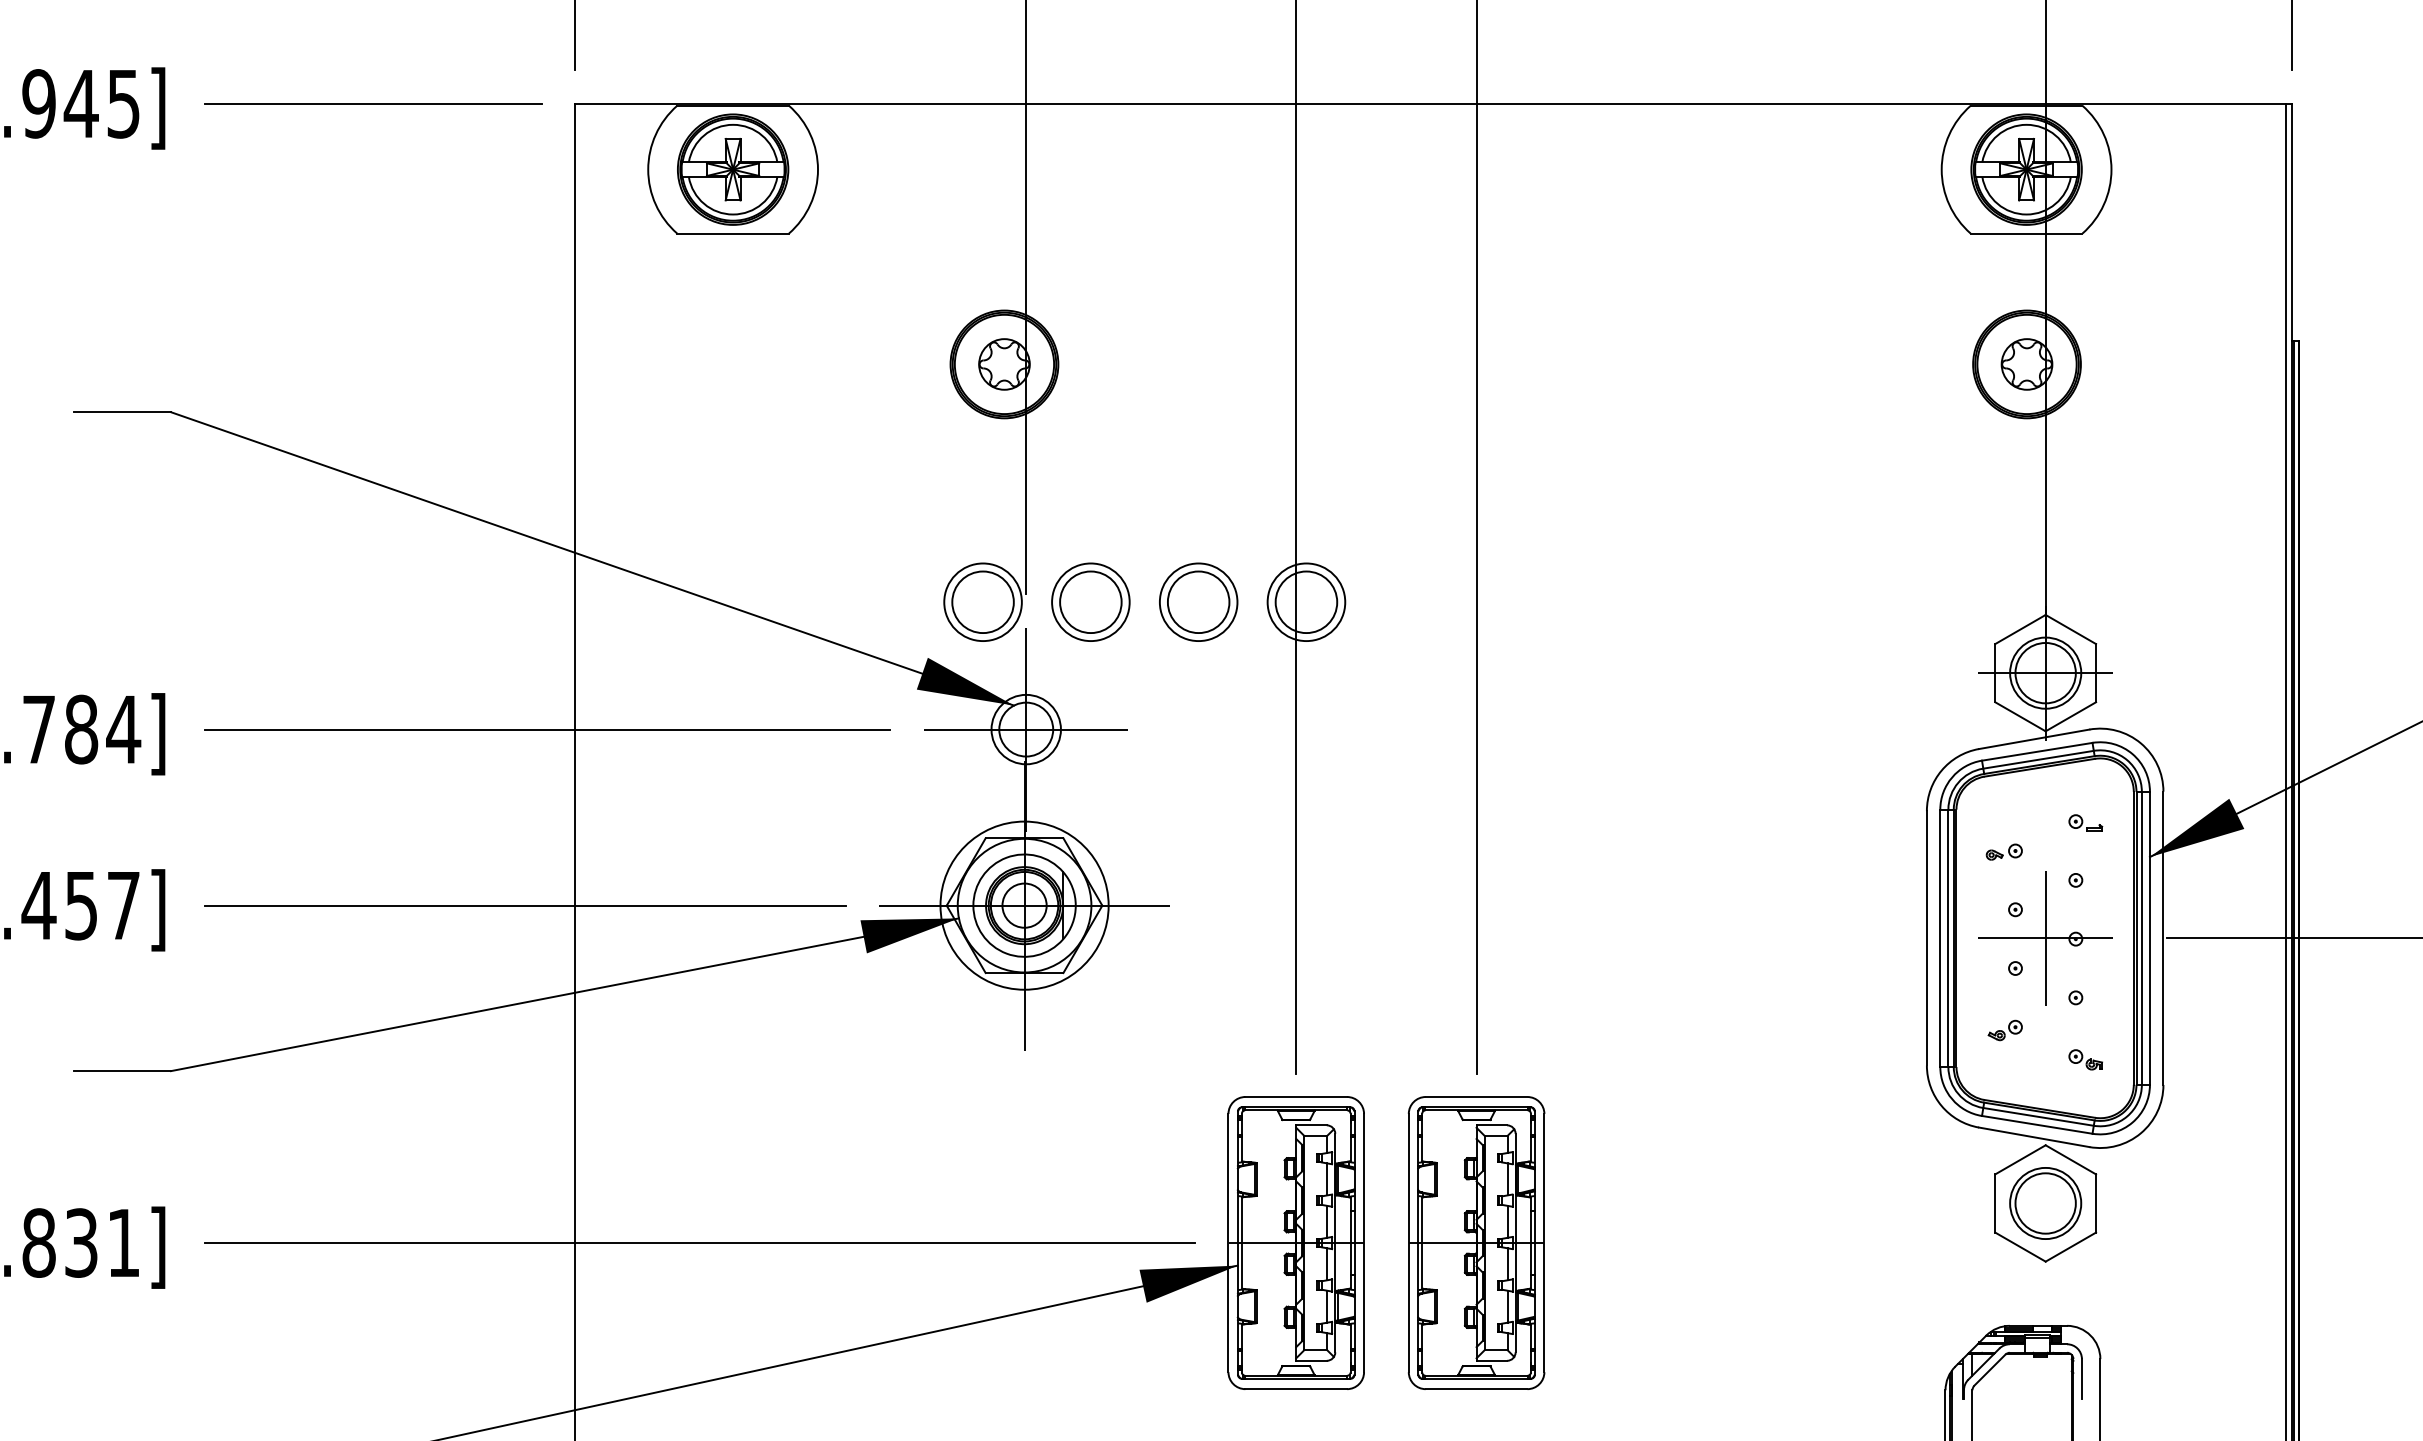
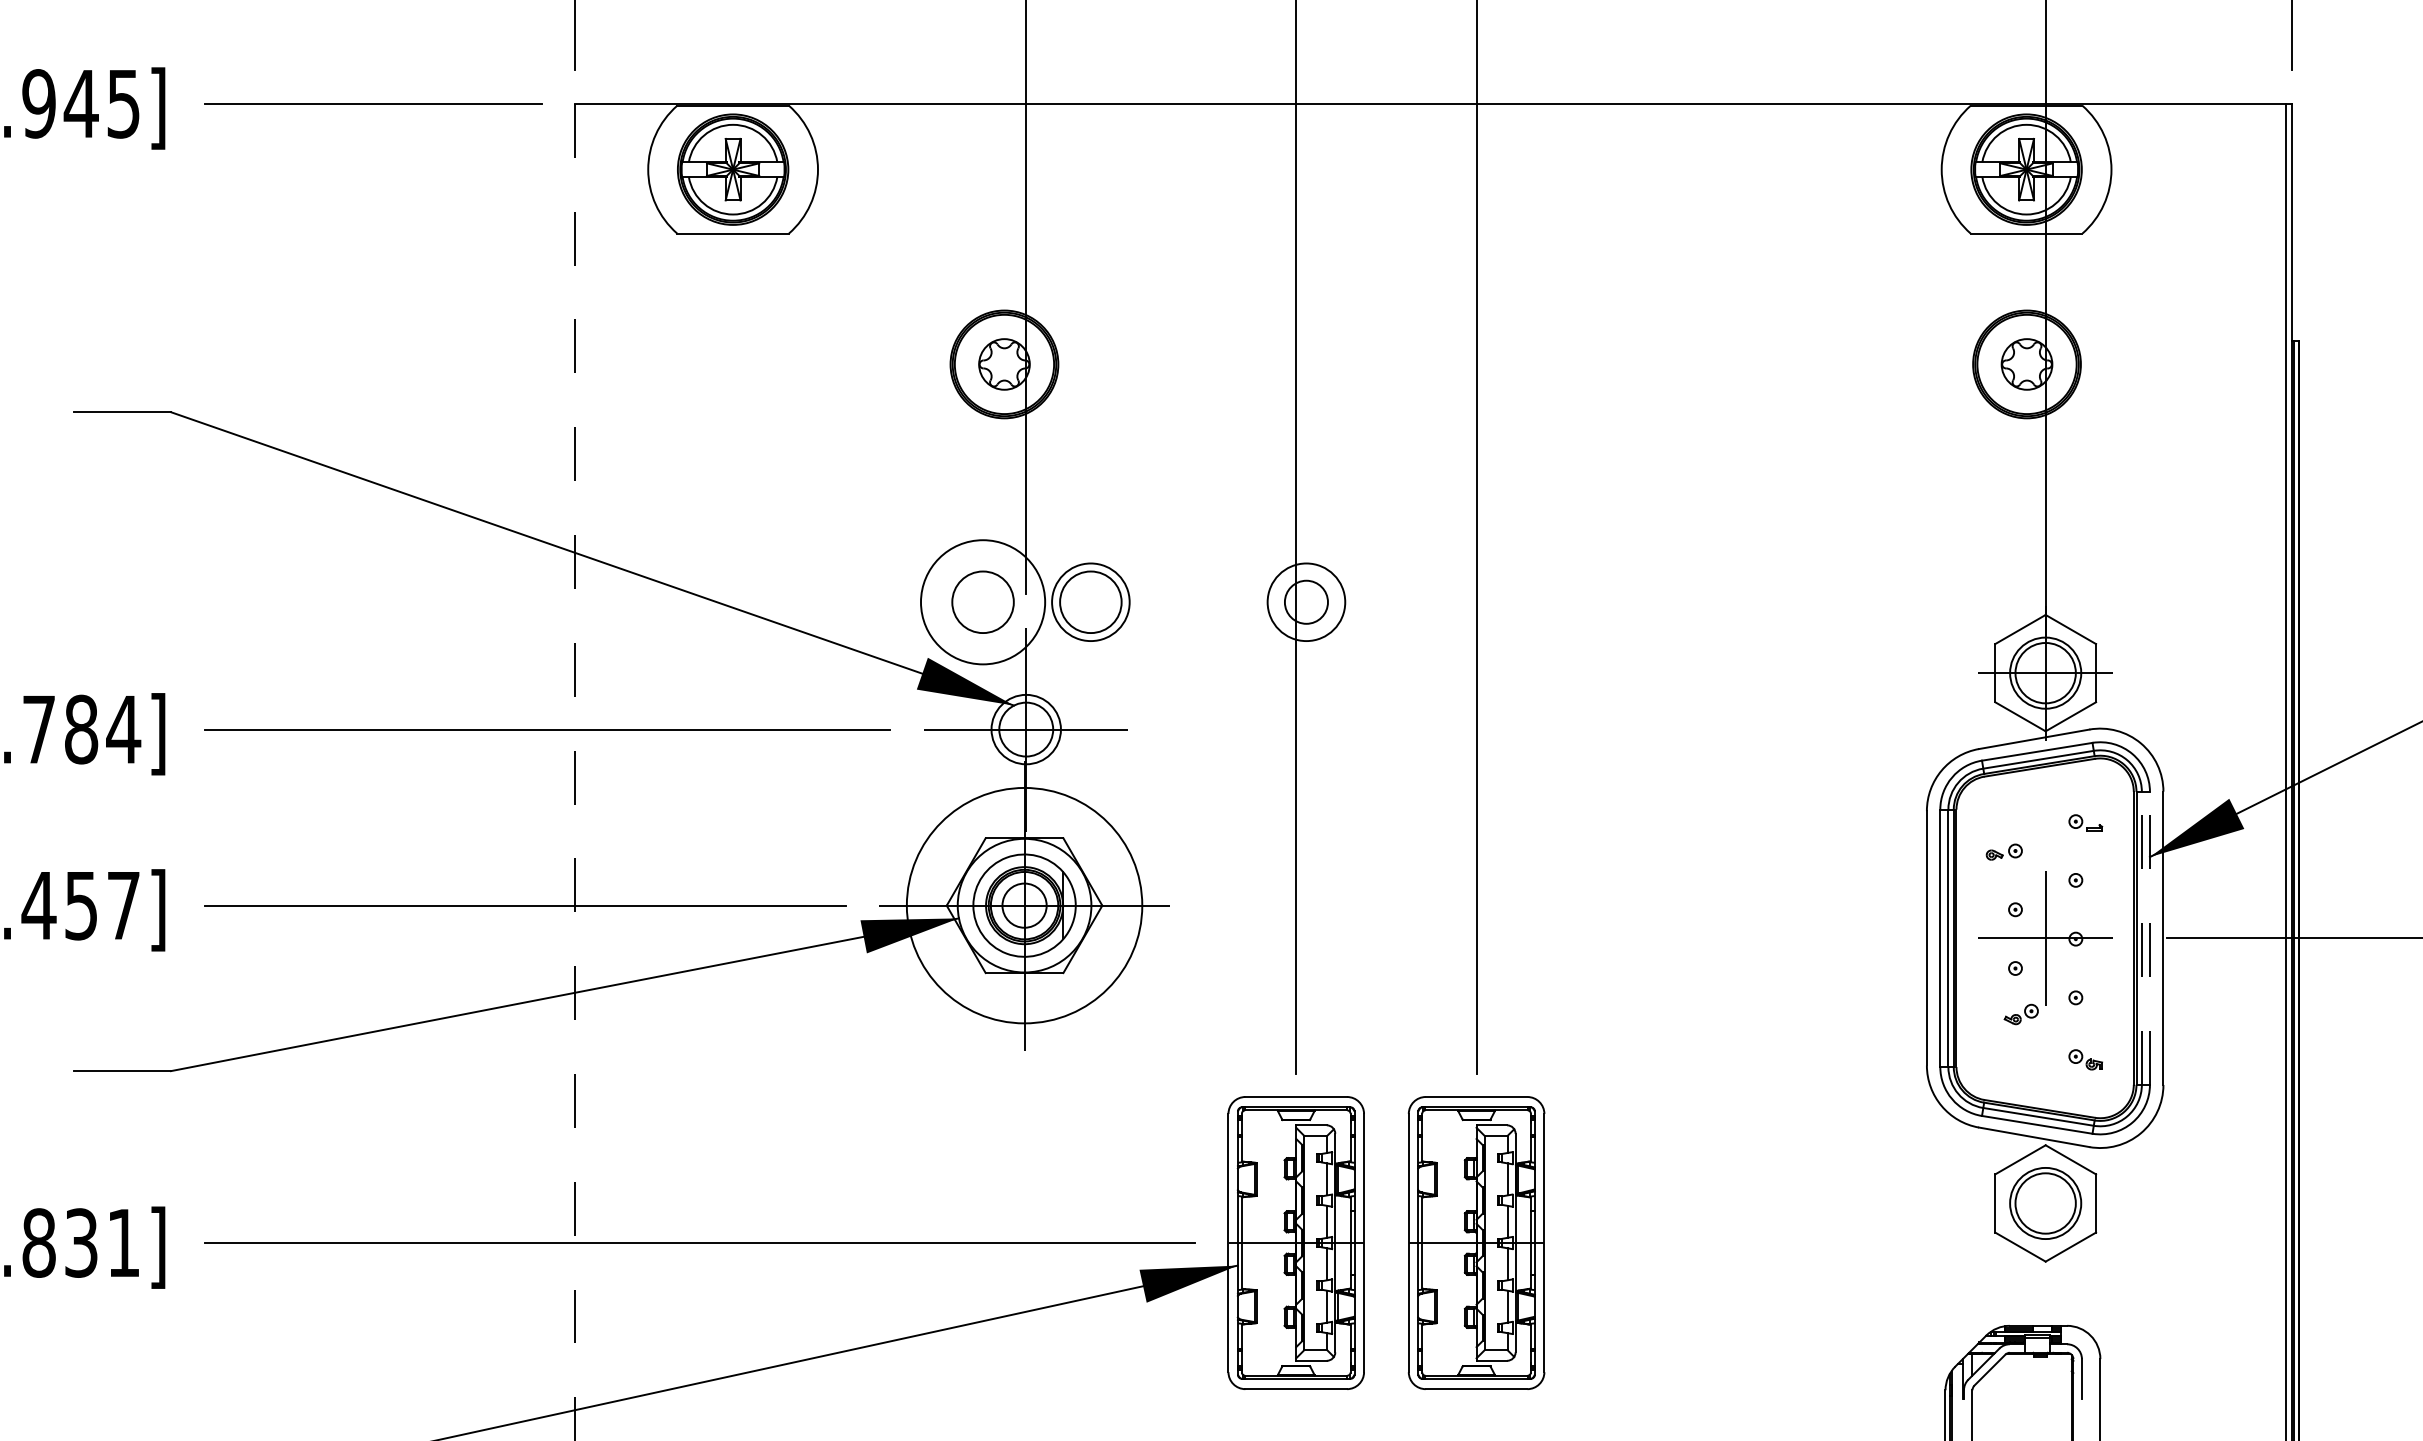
part at (1198, 601): present -> none
circle at (982, 602) diameter: 78 px -> 124 px
circle at (1306, 602) diameter: 62 px -> 43 px
line at (575, 772): solid -> dashed
circle at (1024, 905) diameter: 168 px -> 235 px
line at (2141, 937): solid -> dashed
line at (2149, 937): solid -> dashed
part at (2004, 1030) position: (2004, 1030) -> (2020, 1014)
